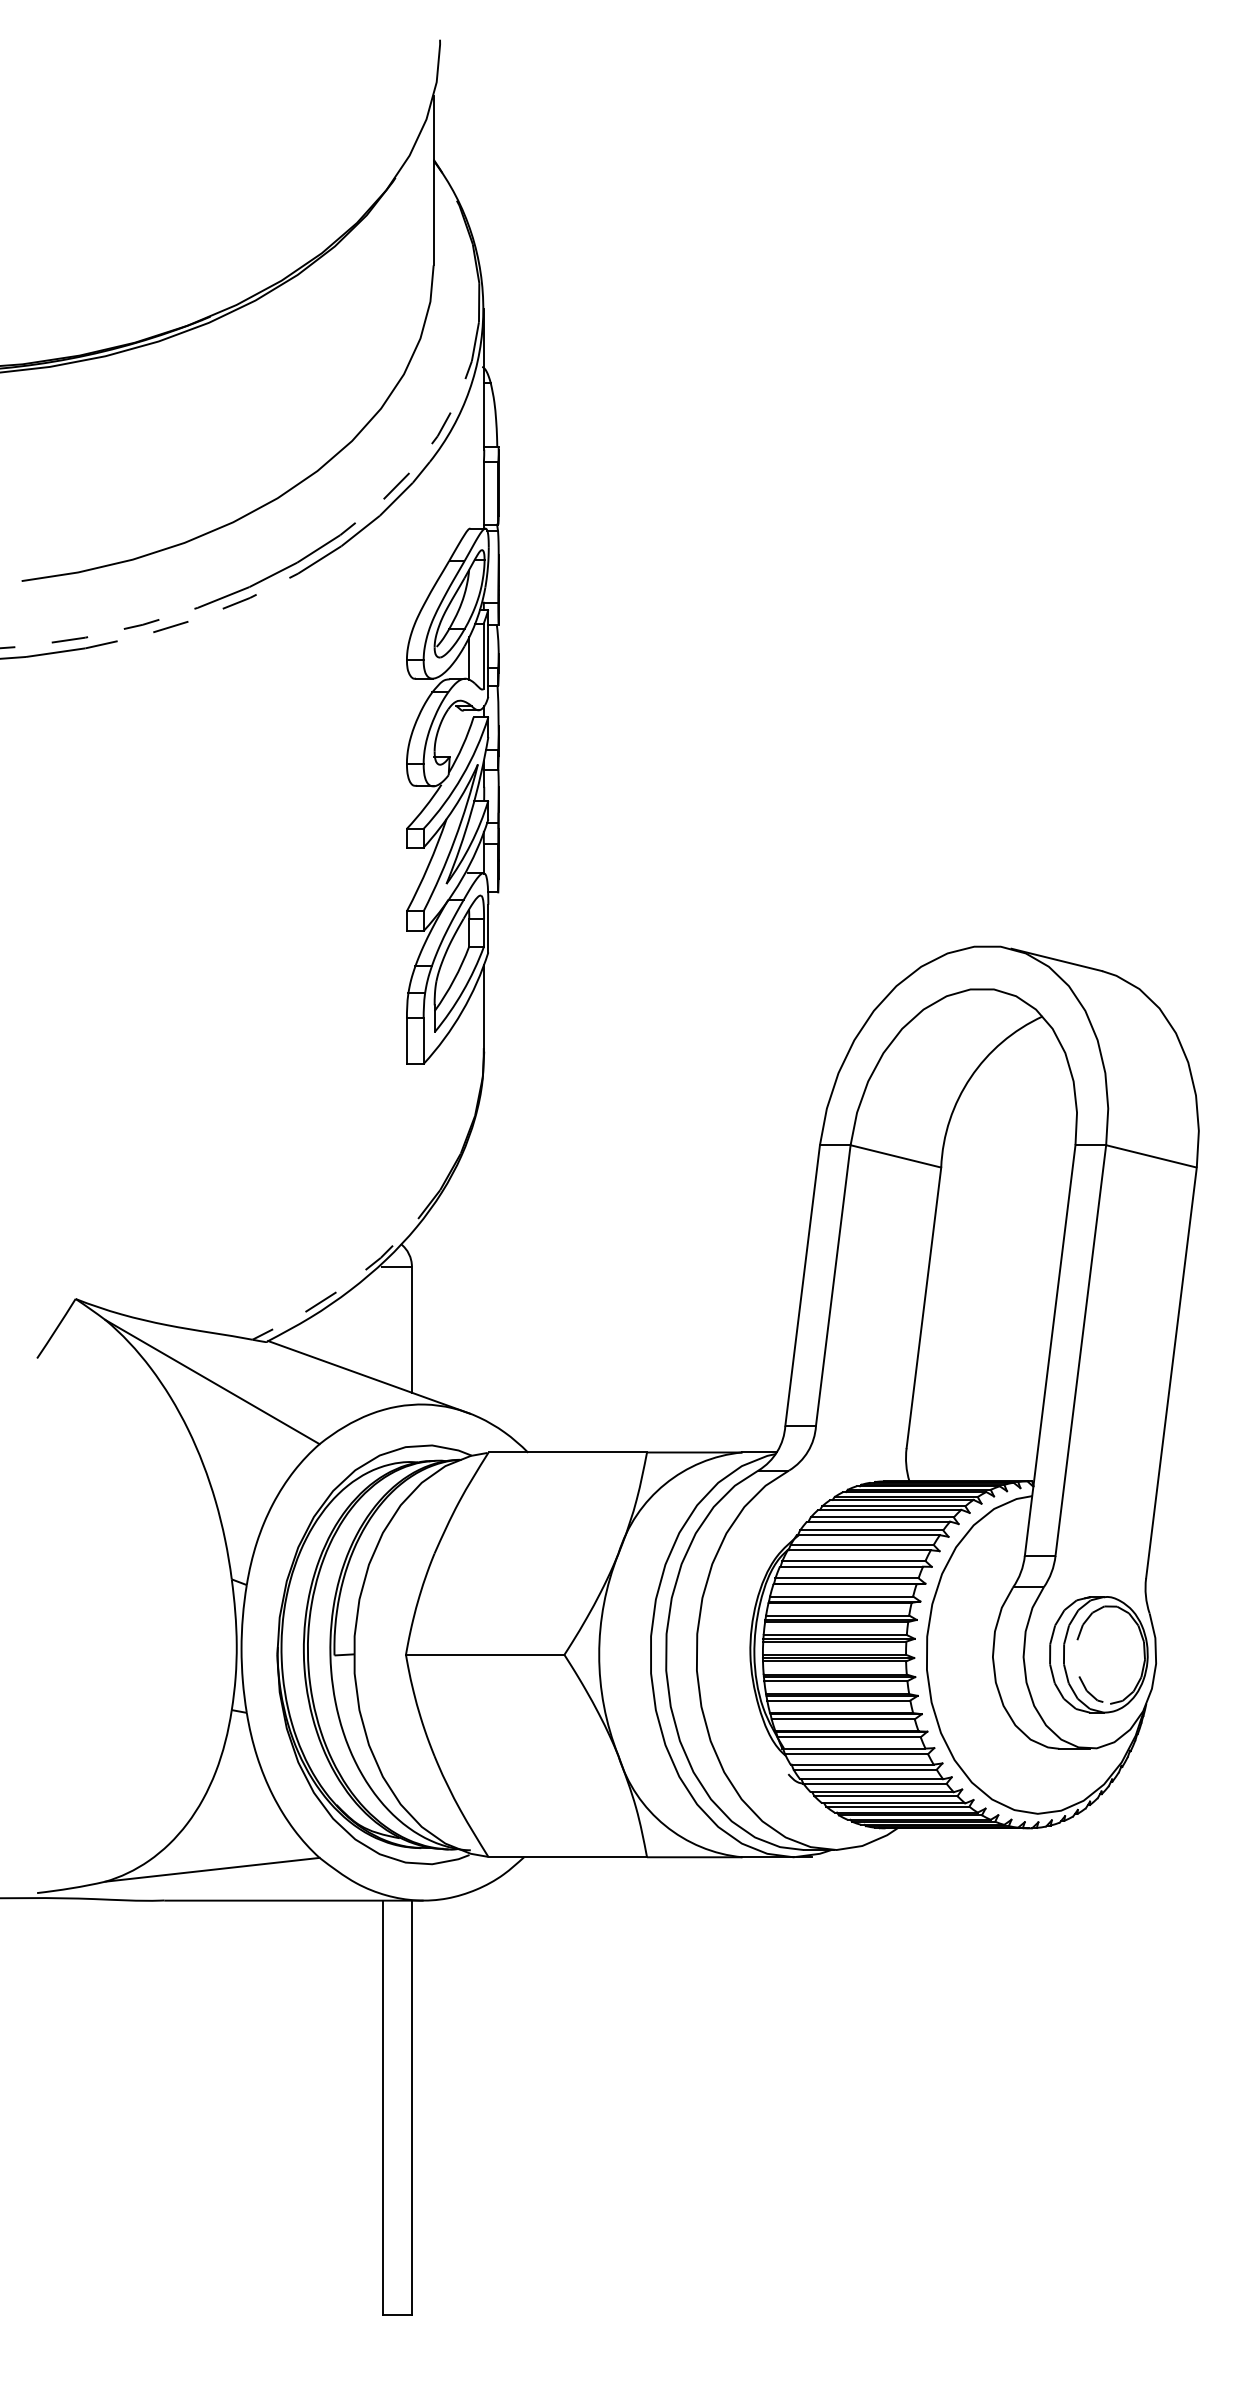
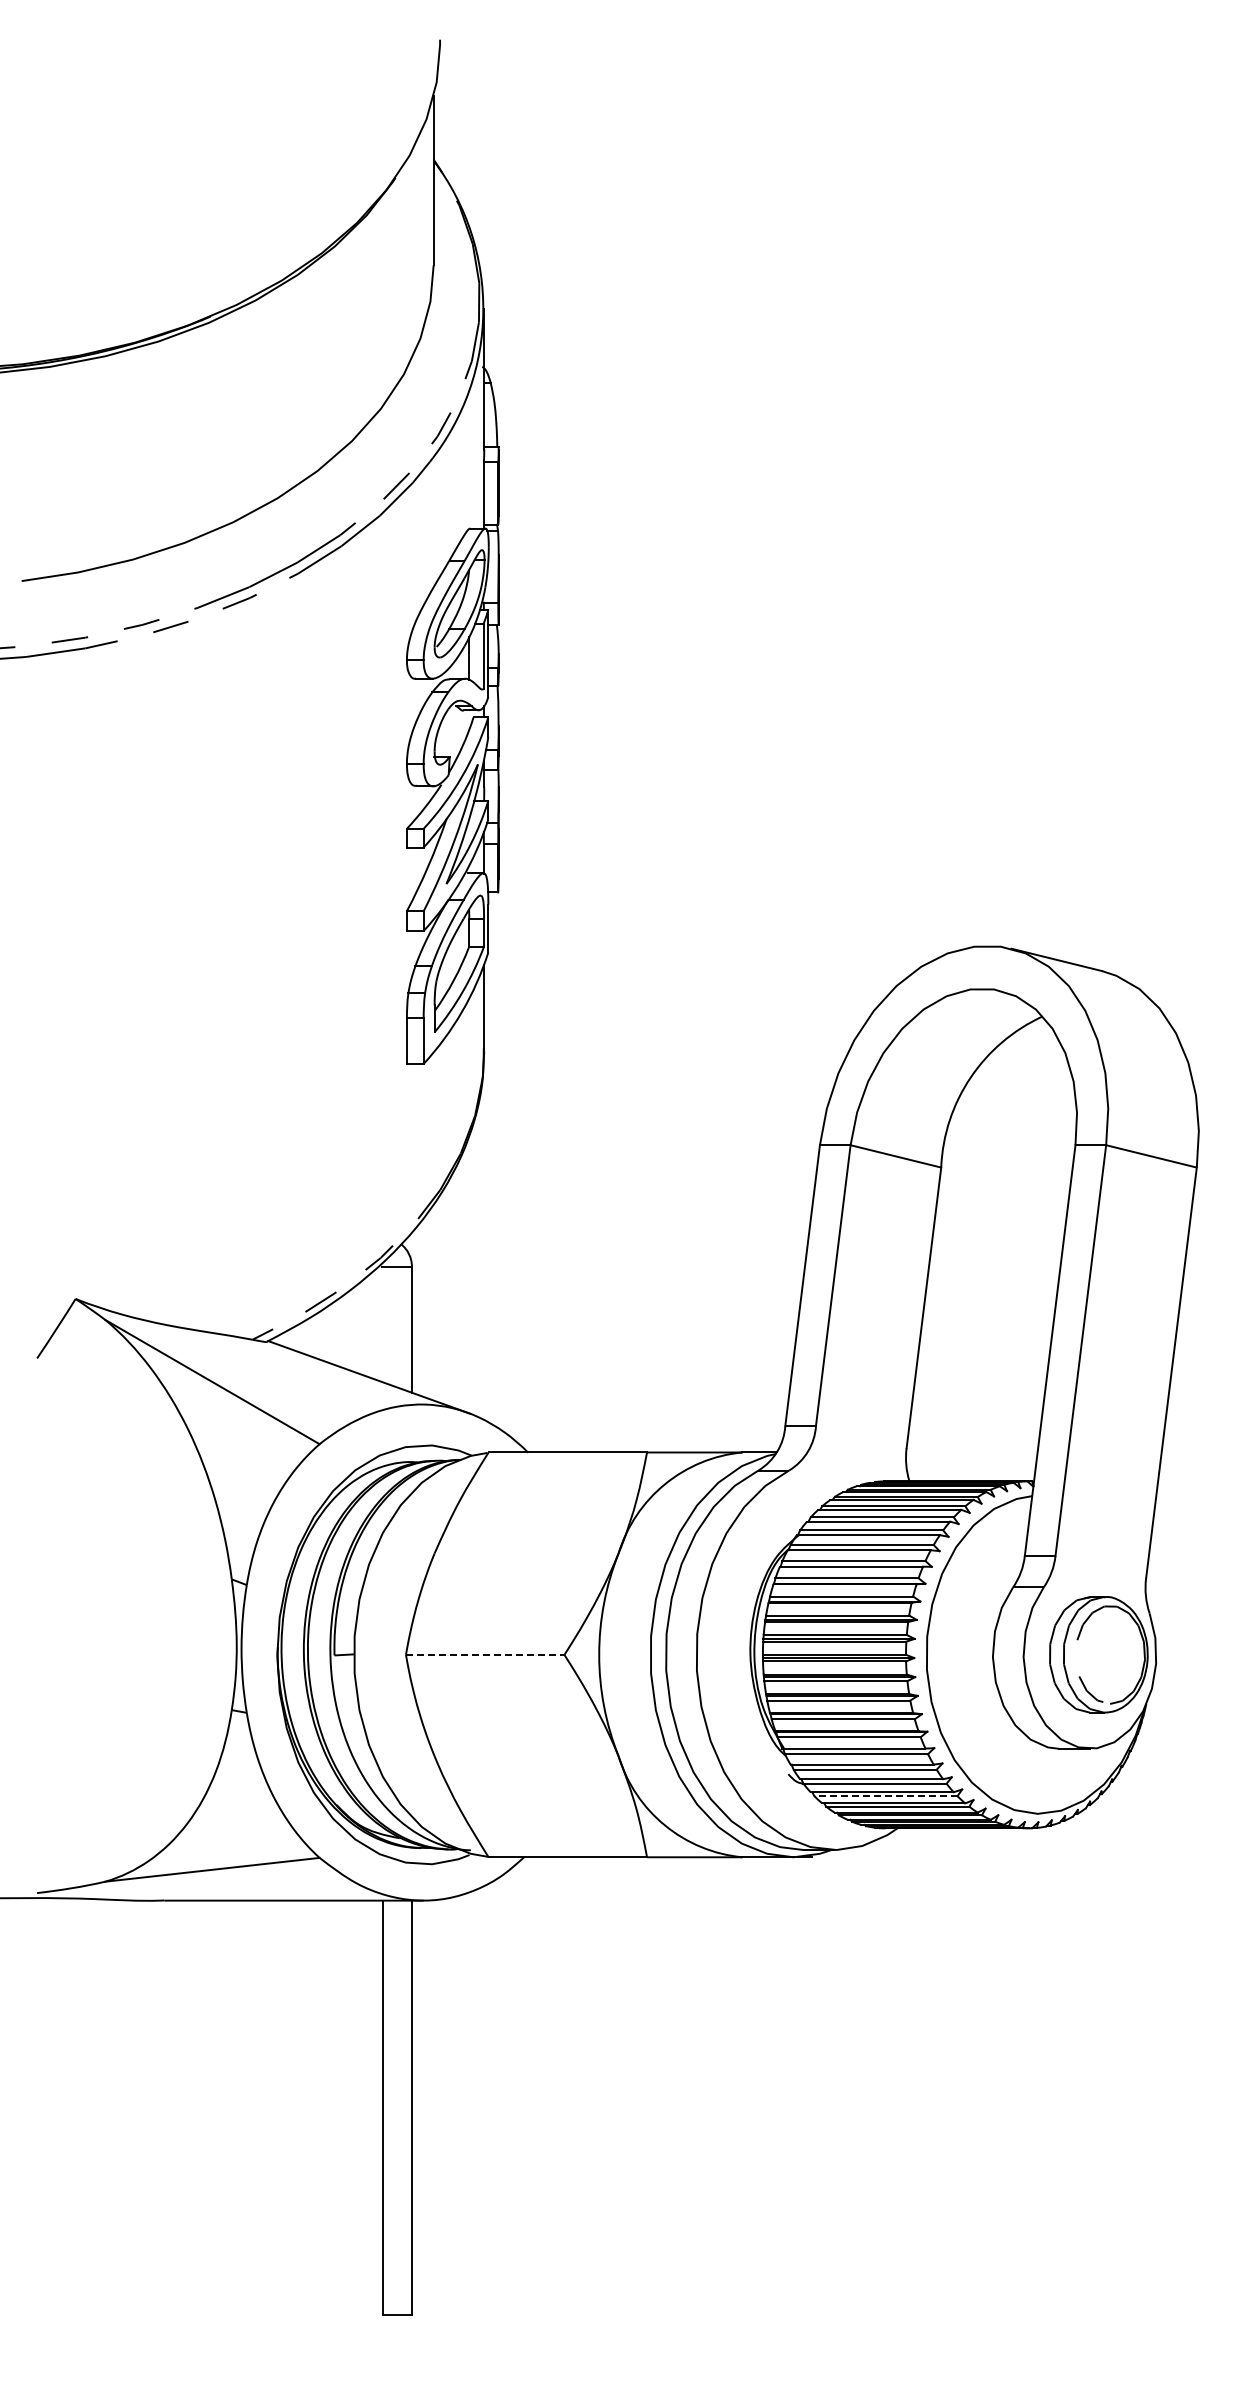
line at (485, 1654): solid -> dashed
line at (885, 1796): solid -> dashed
